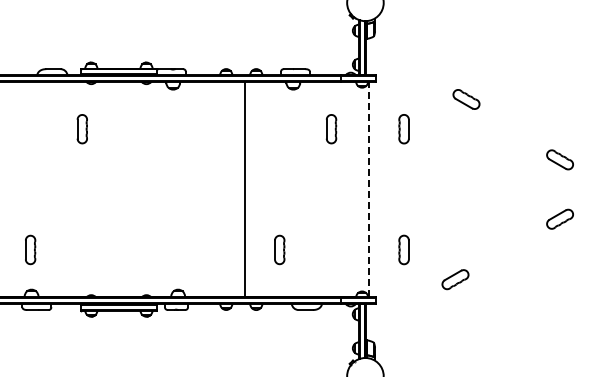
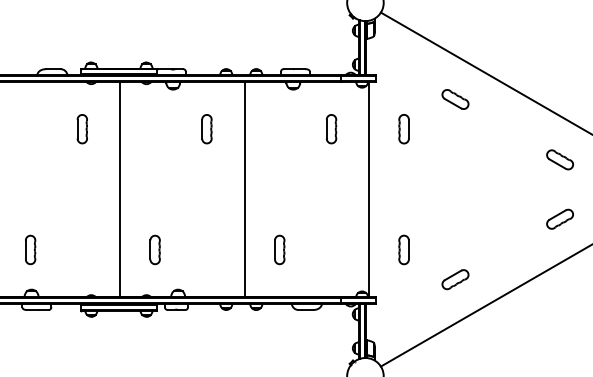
line at (484, 72): none -> present
part at (466, 99) position: (466, 99) -> (455, 99)
part at (206, 129): none -> present
line at (120, 189): none -> present
line at (369, 189): dashed -> solid
part at (154, 249): none -> present
line at (484, 306): none -> present
